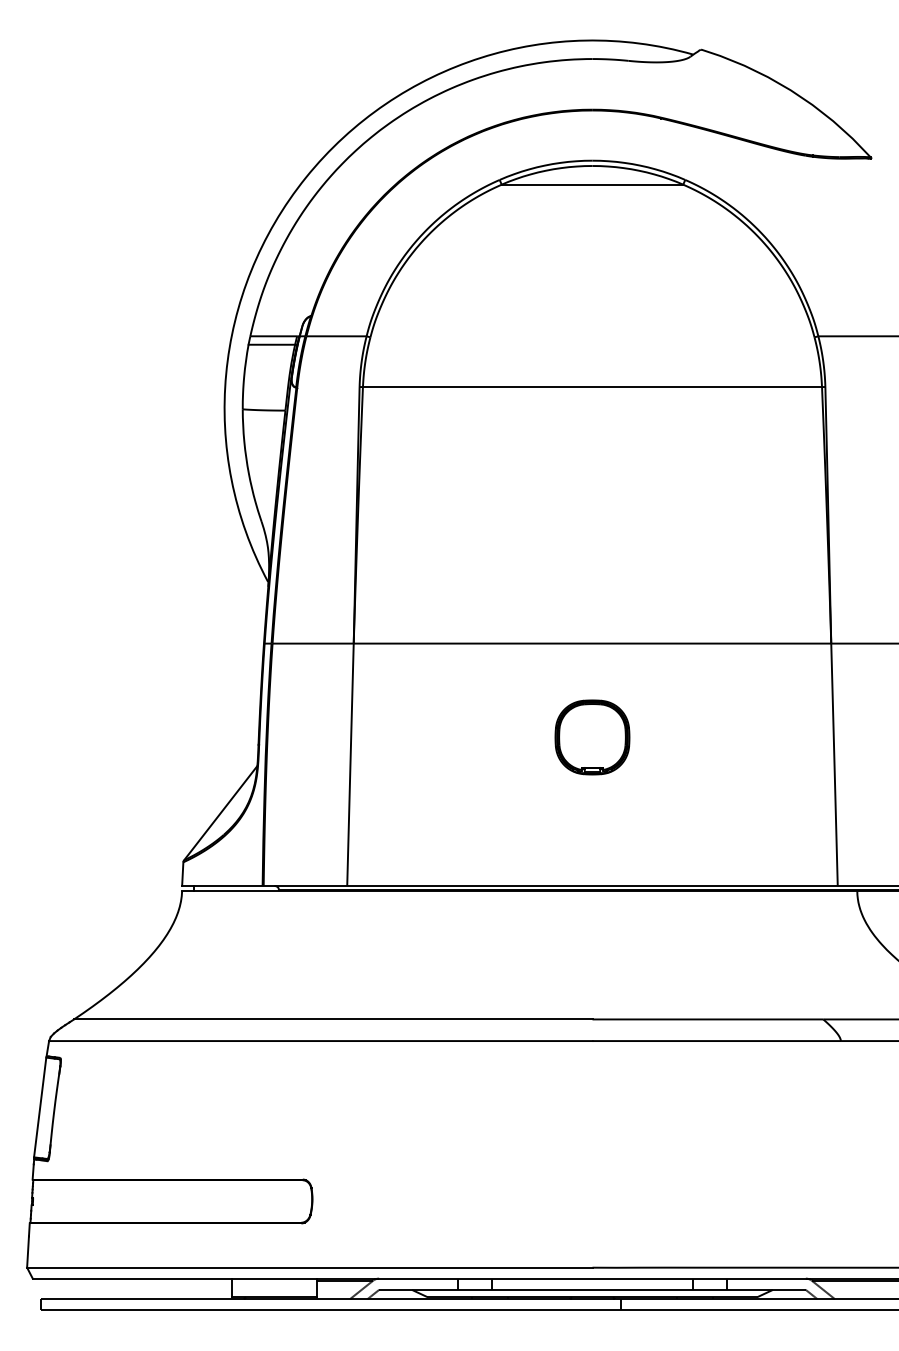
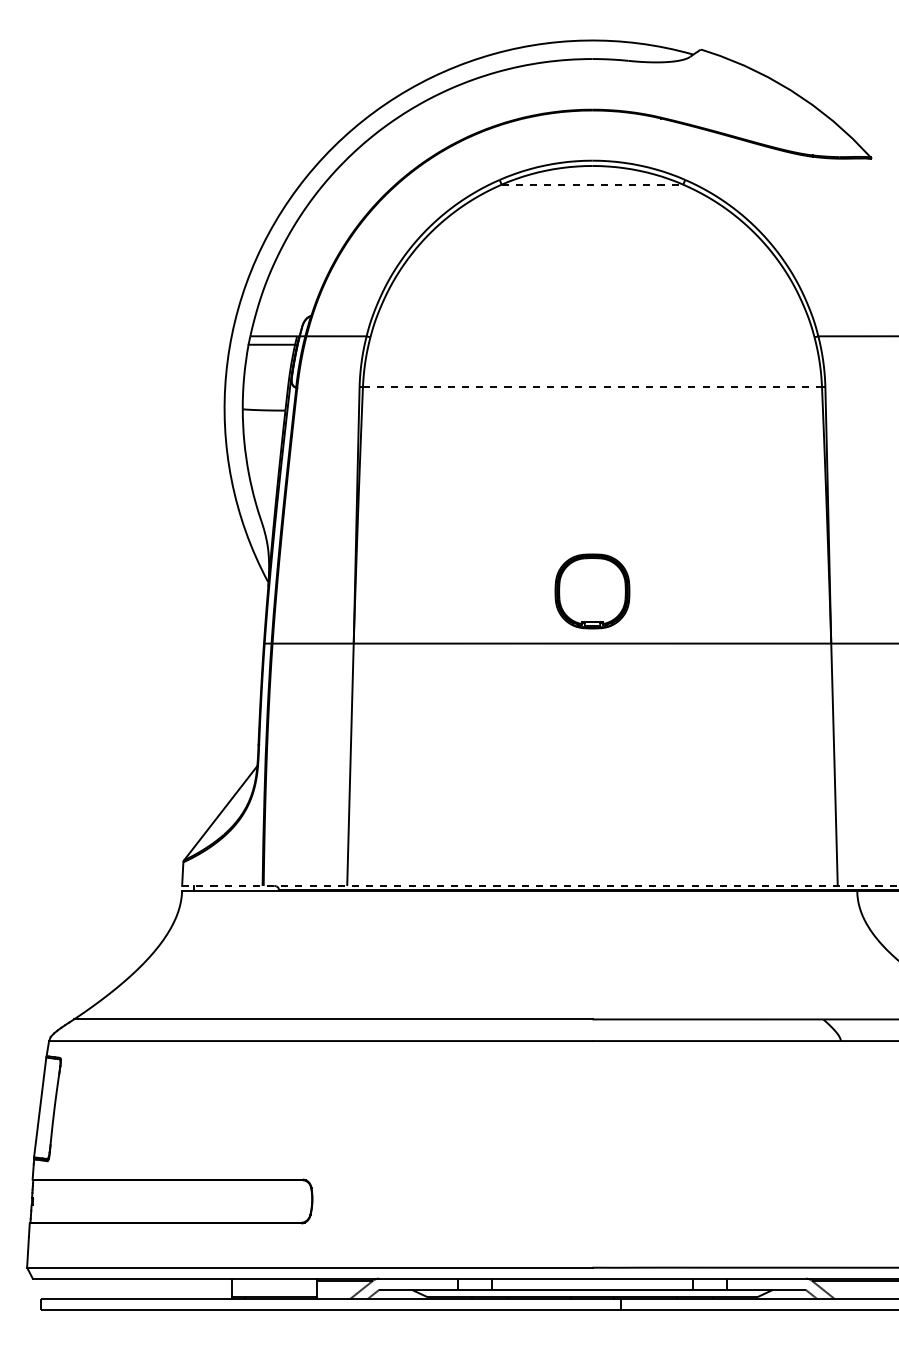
line at (592, 184): solid -> dashed
line at (592, 387): solid -> dashed
part at (592, 737) position: (592, 737) -> (592, 591)
line at (541, 885): solid -> dashed
